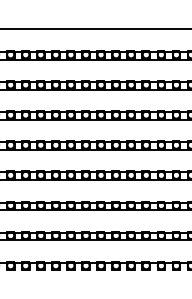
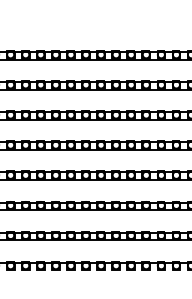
line at (95, 29): present -> none
